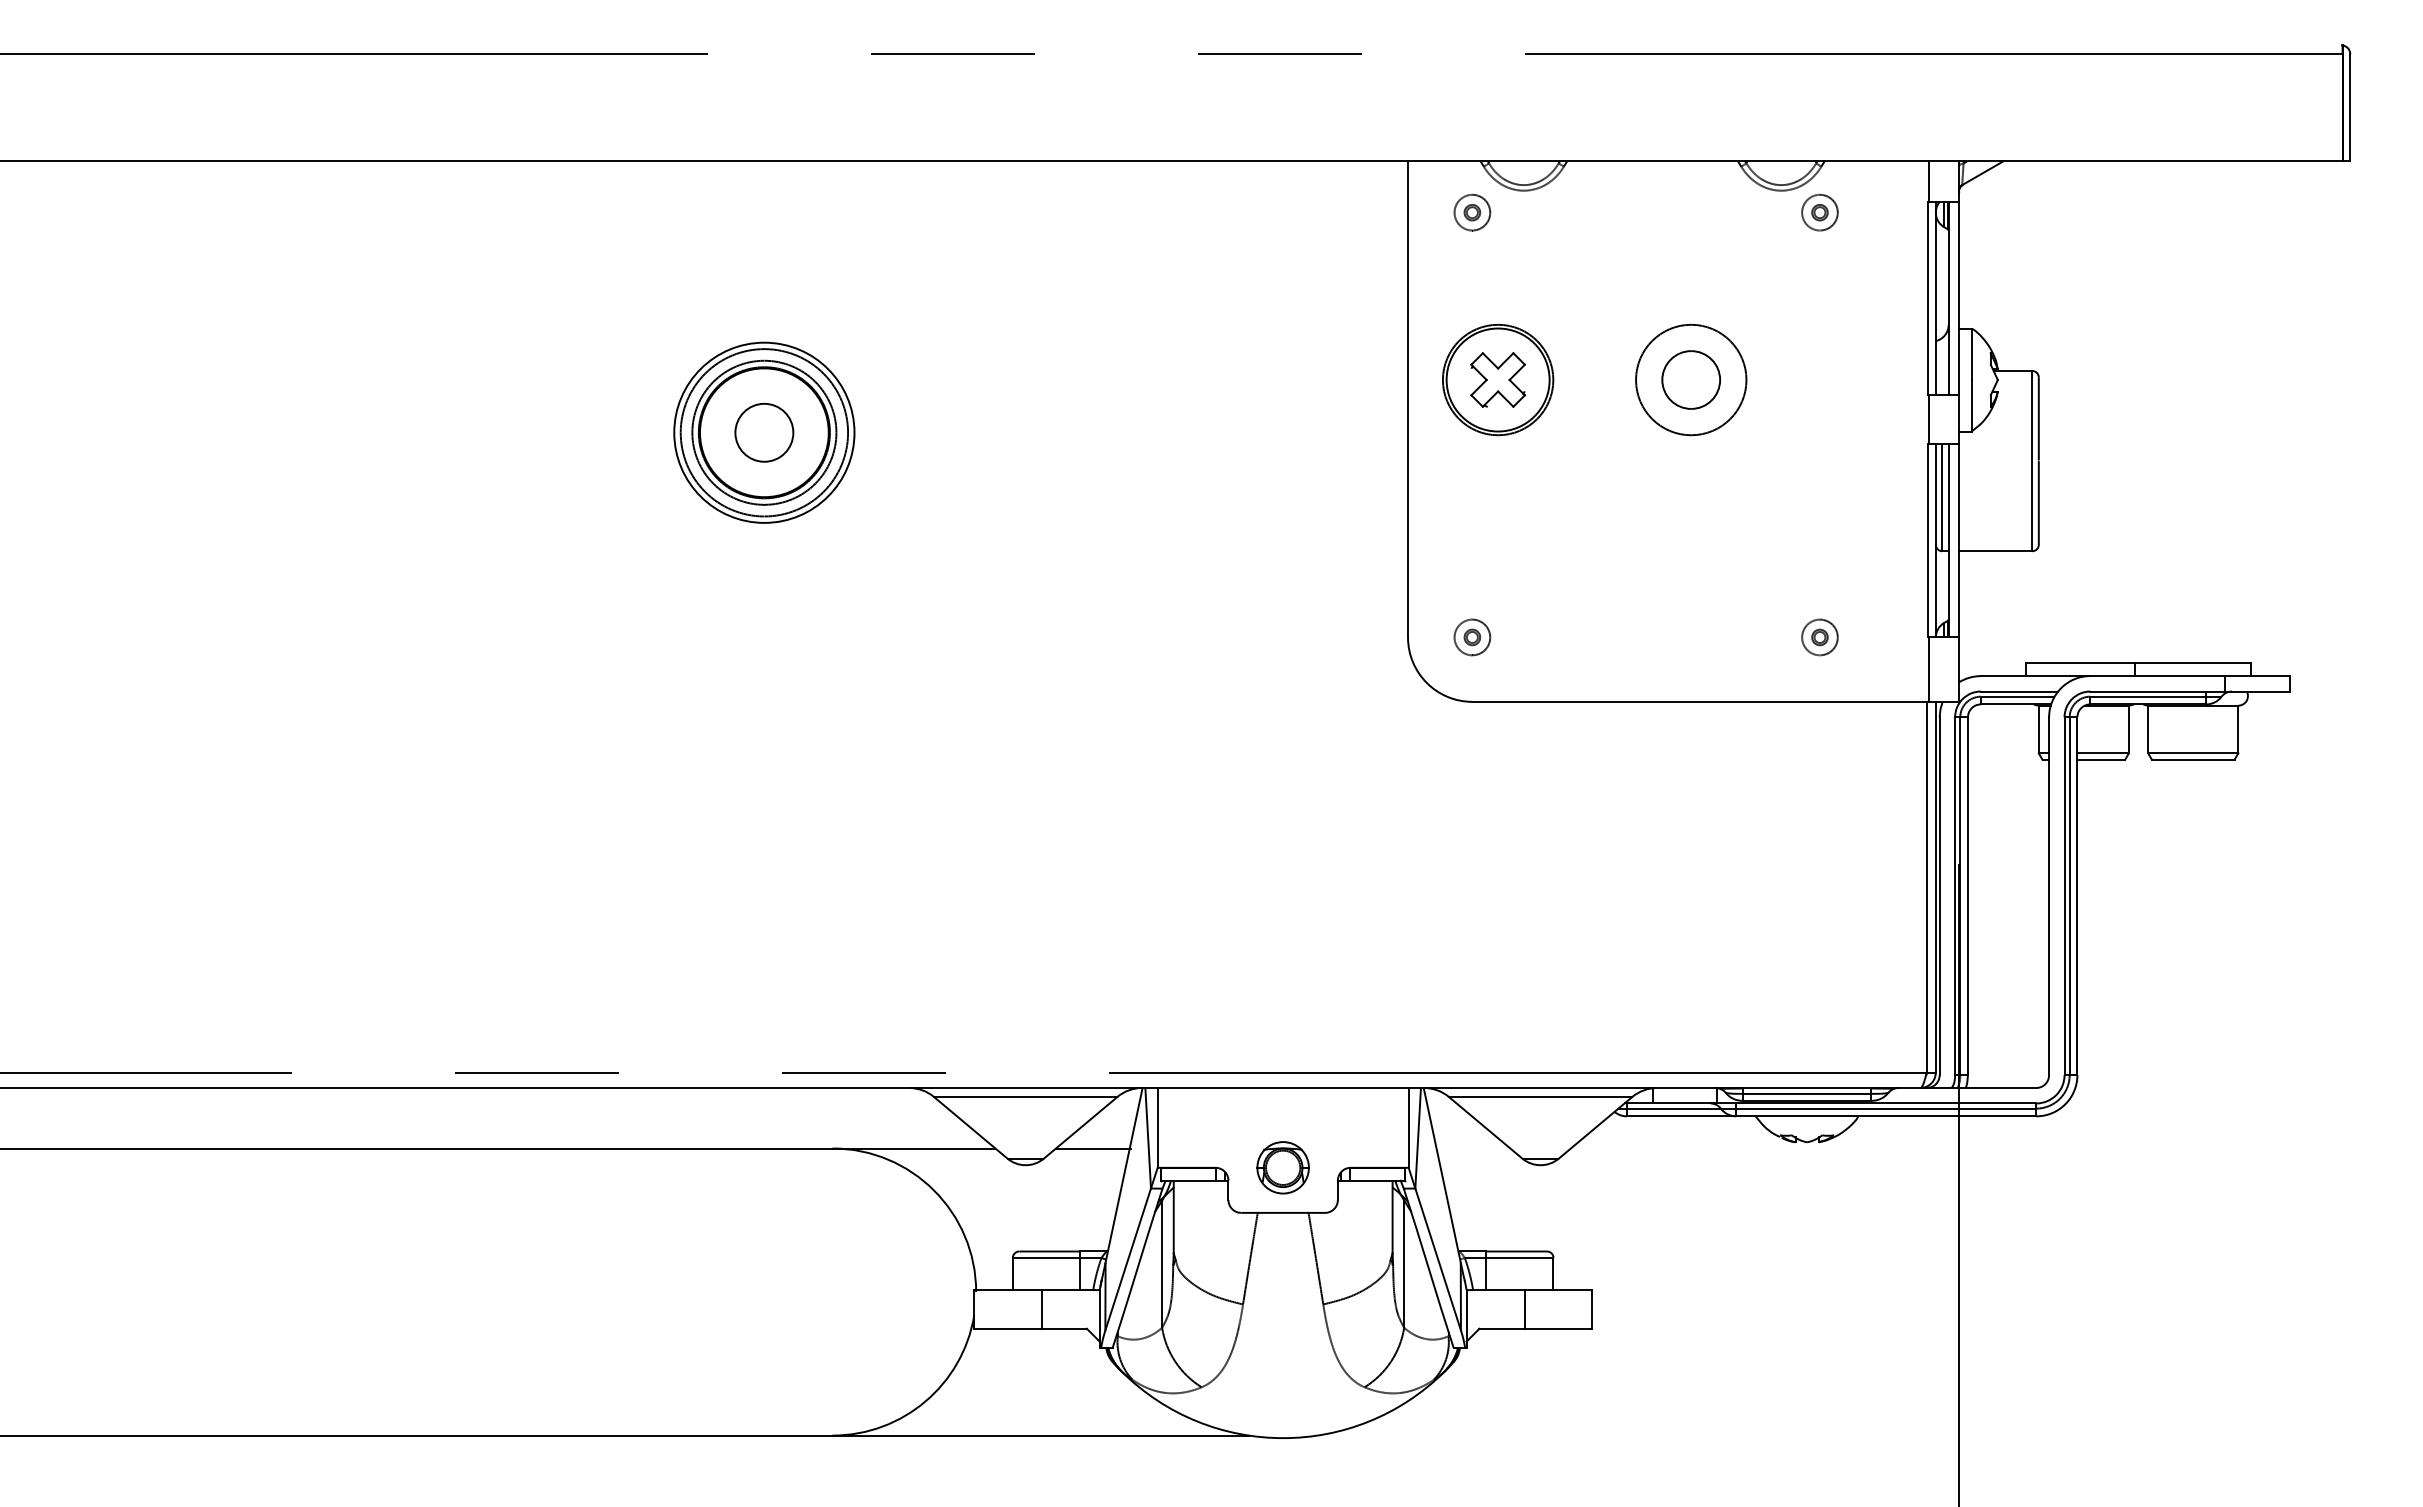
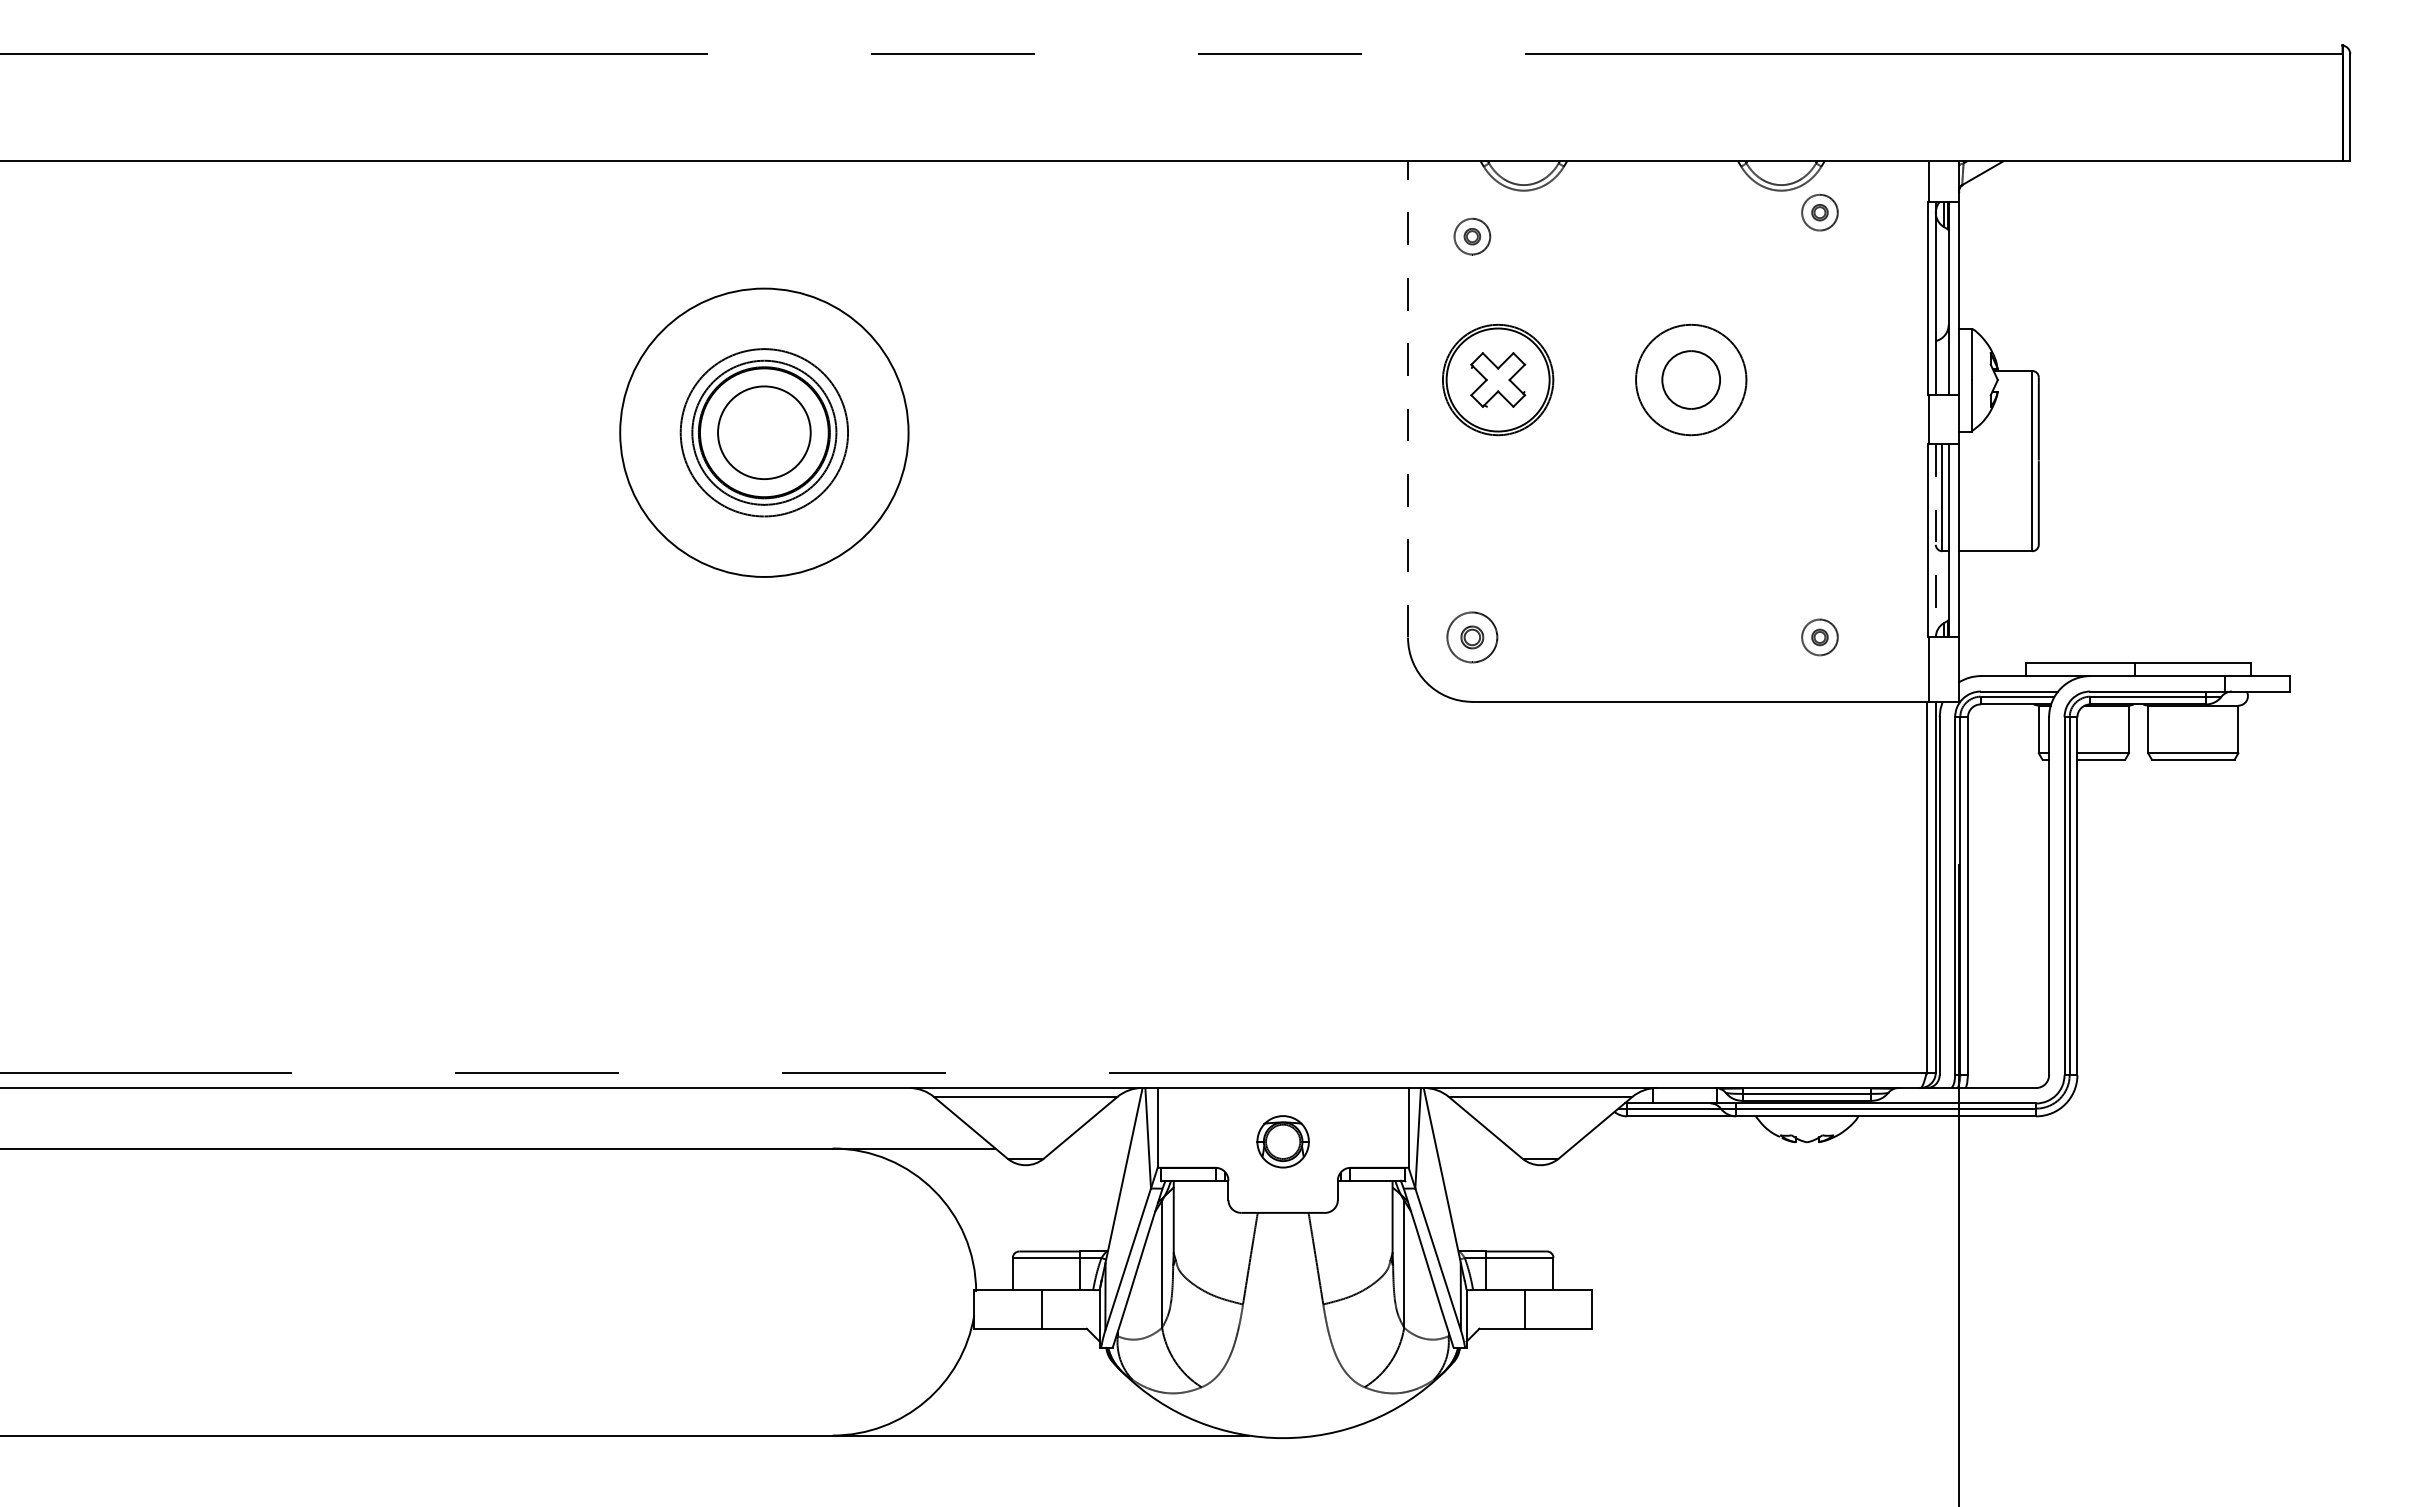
part at (1472, 212) position: (1472, 212) -> (1472, 236)
line at (1408, 398): solid -> dashed
circle at (764, 432) diameter: 180 px -> 288 px
circle at (764, 432) diameter: 58 px -> 93 px
line at (1935, 540): solid -> dashed
part at (1472, 637) size: 39x39 px -> 53x53 px
line at (1092, 1148): present -> none
part at (1282, 1167) position: (1282, 1167) -> (1282, 1141)
